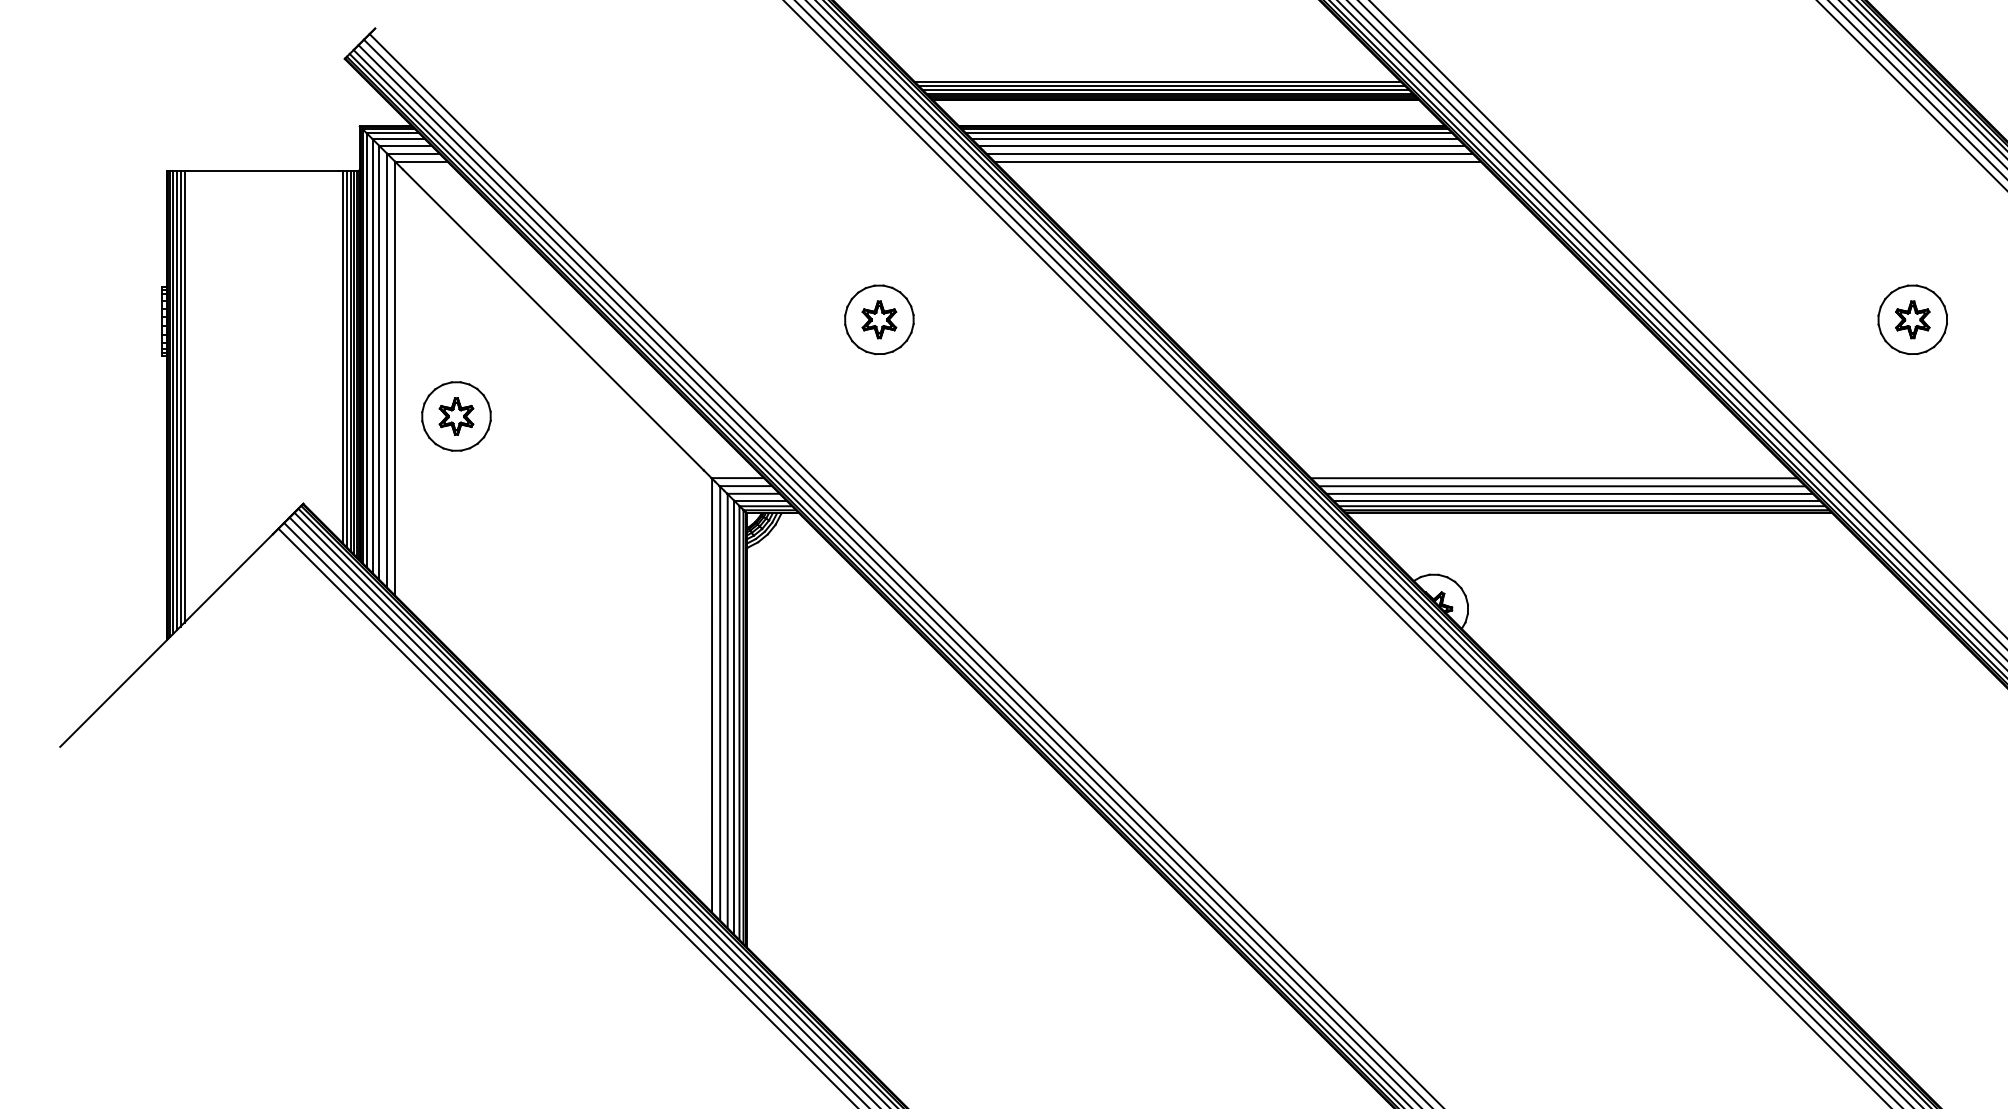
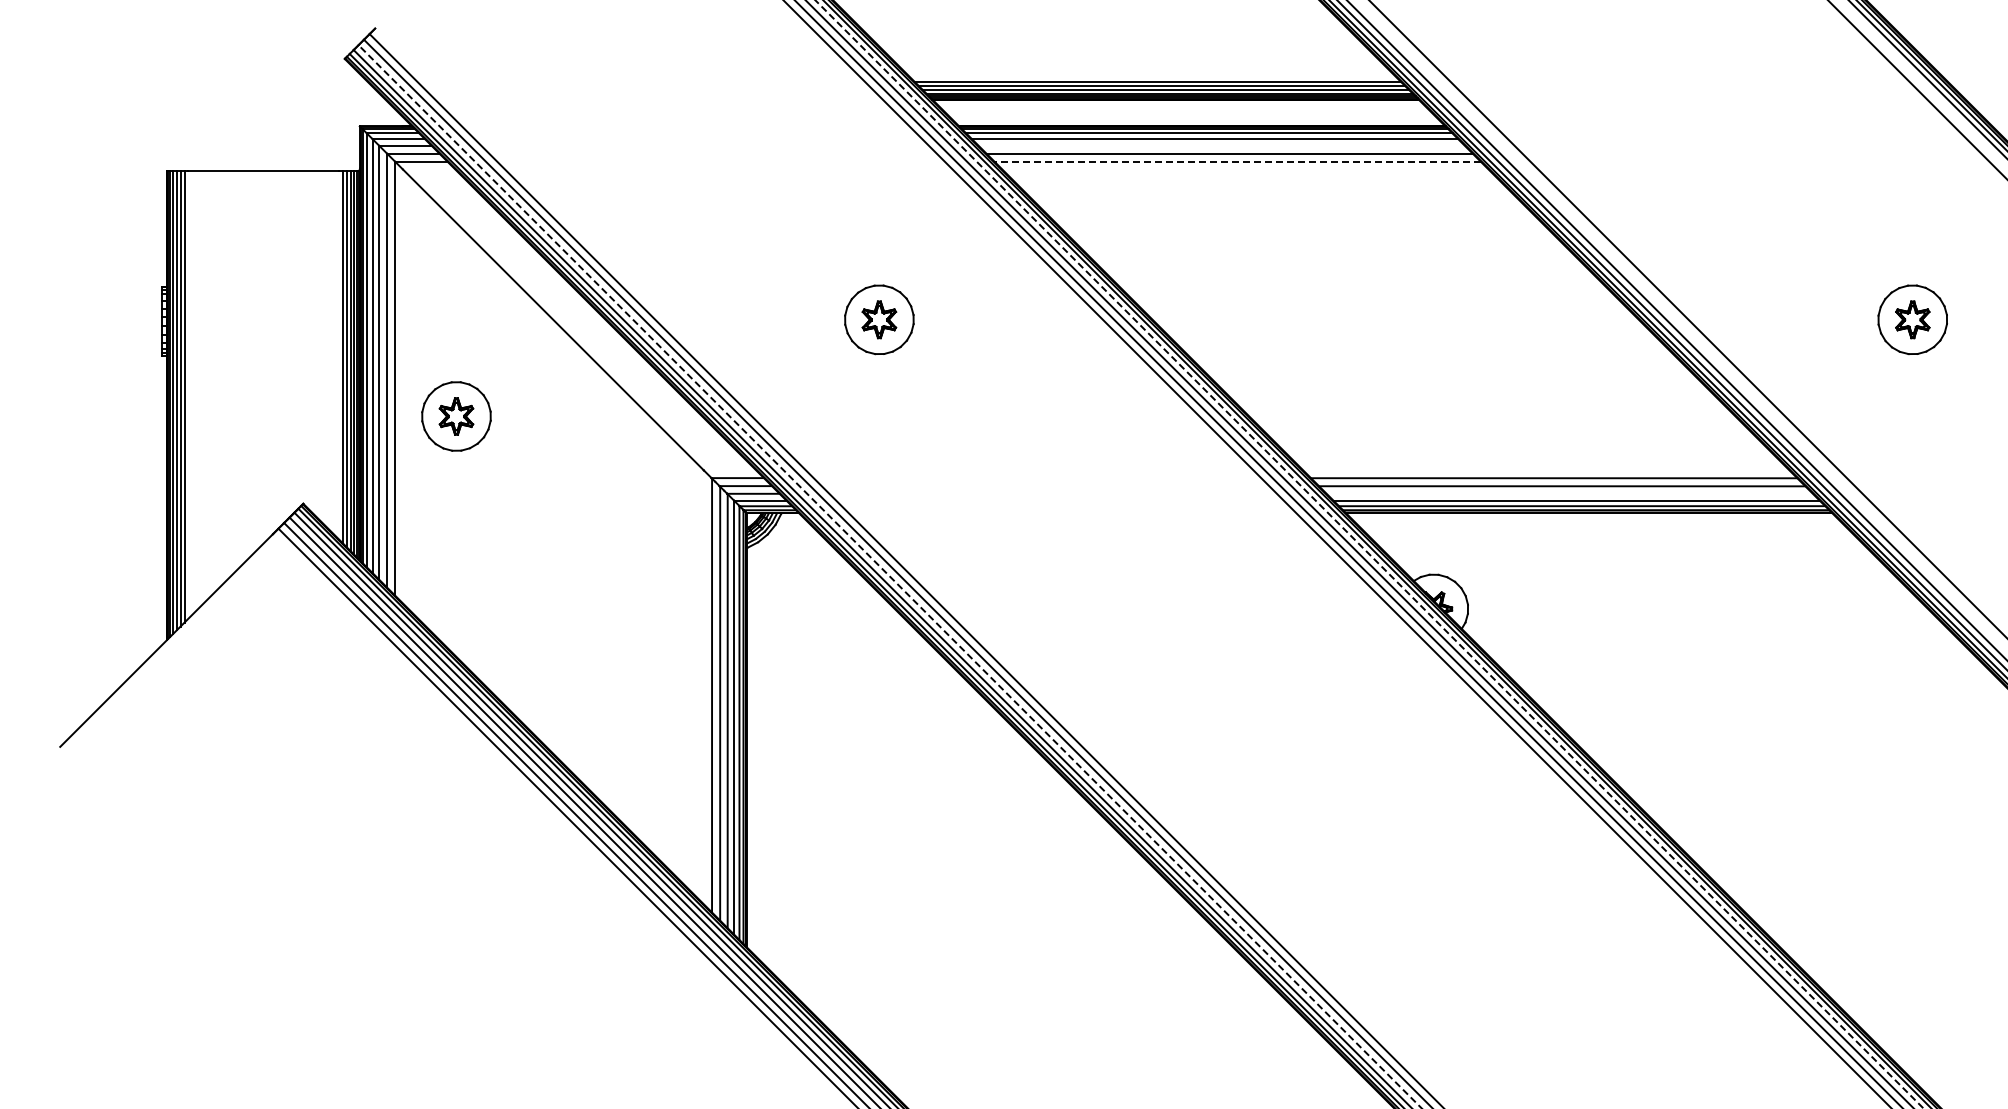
line at (1922, 84): present -> none
line at (1911, 94): present -> none
line at (1221, 145): present -> none
line at (1237, 161): solid -> dashed
line at (1681, 324): present -> none
line at (1569, 493): present -> none
line at (1369, 554): solid -> dashed
line at (890, 576): solid -> dashed
